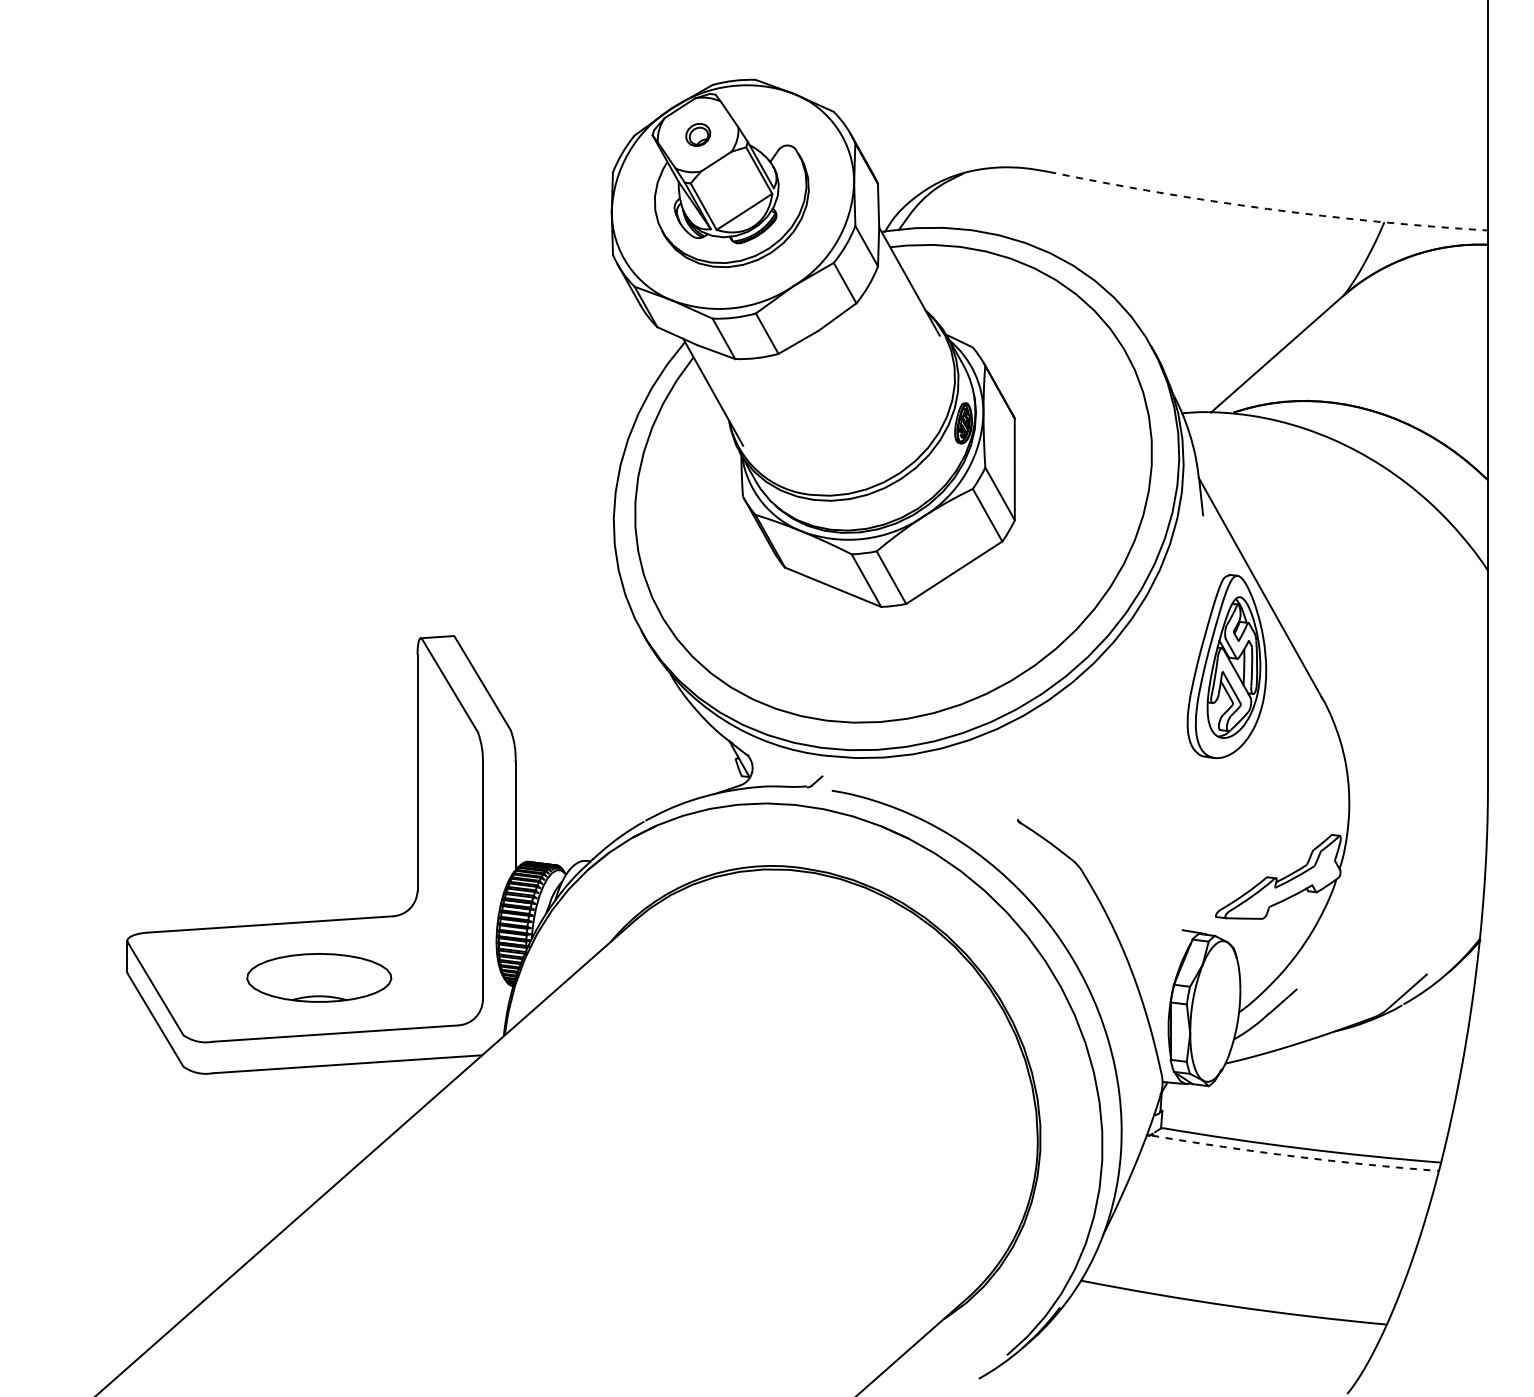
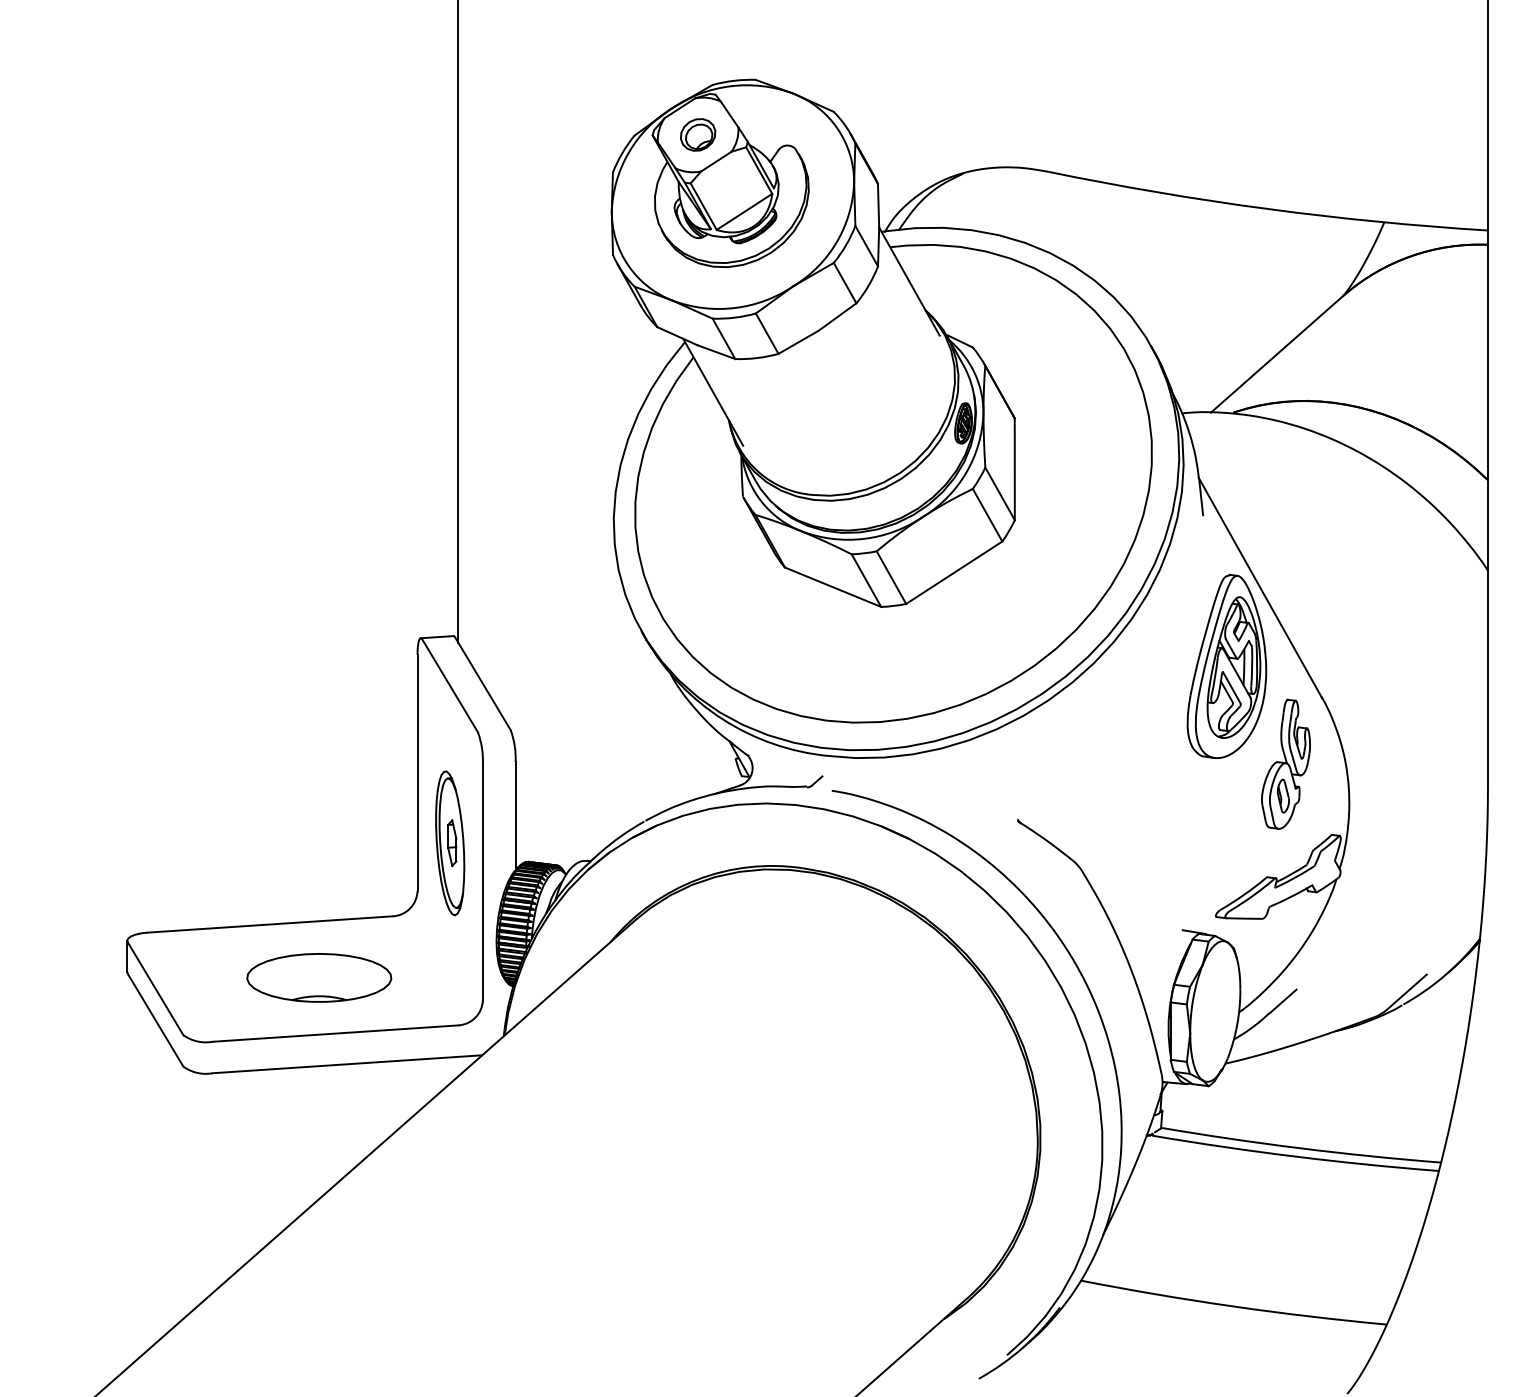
part at (698, 134) size: 27x24 px -> 37x34 px
arc at (1267, 208): dashed -> solid
line at (458, 322): none -> present
part at (1285, 763): none -> present
part at (450, 843): none -> present
arc at (1295, 1156): dashed -> solid
